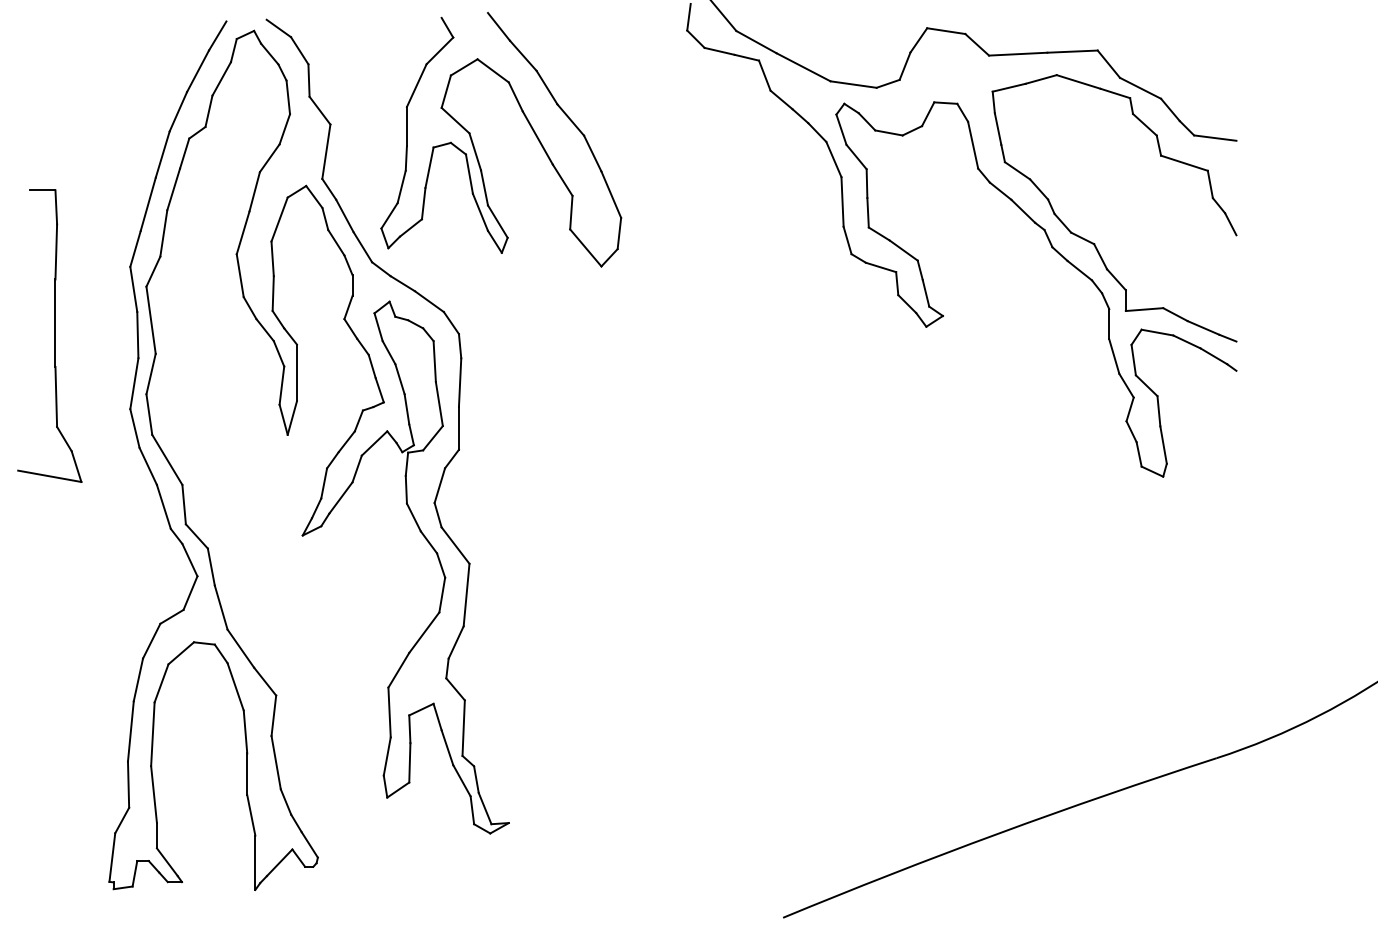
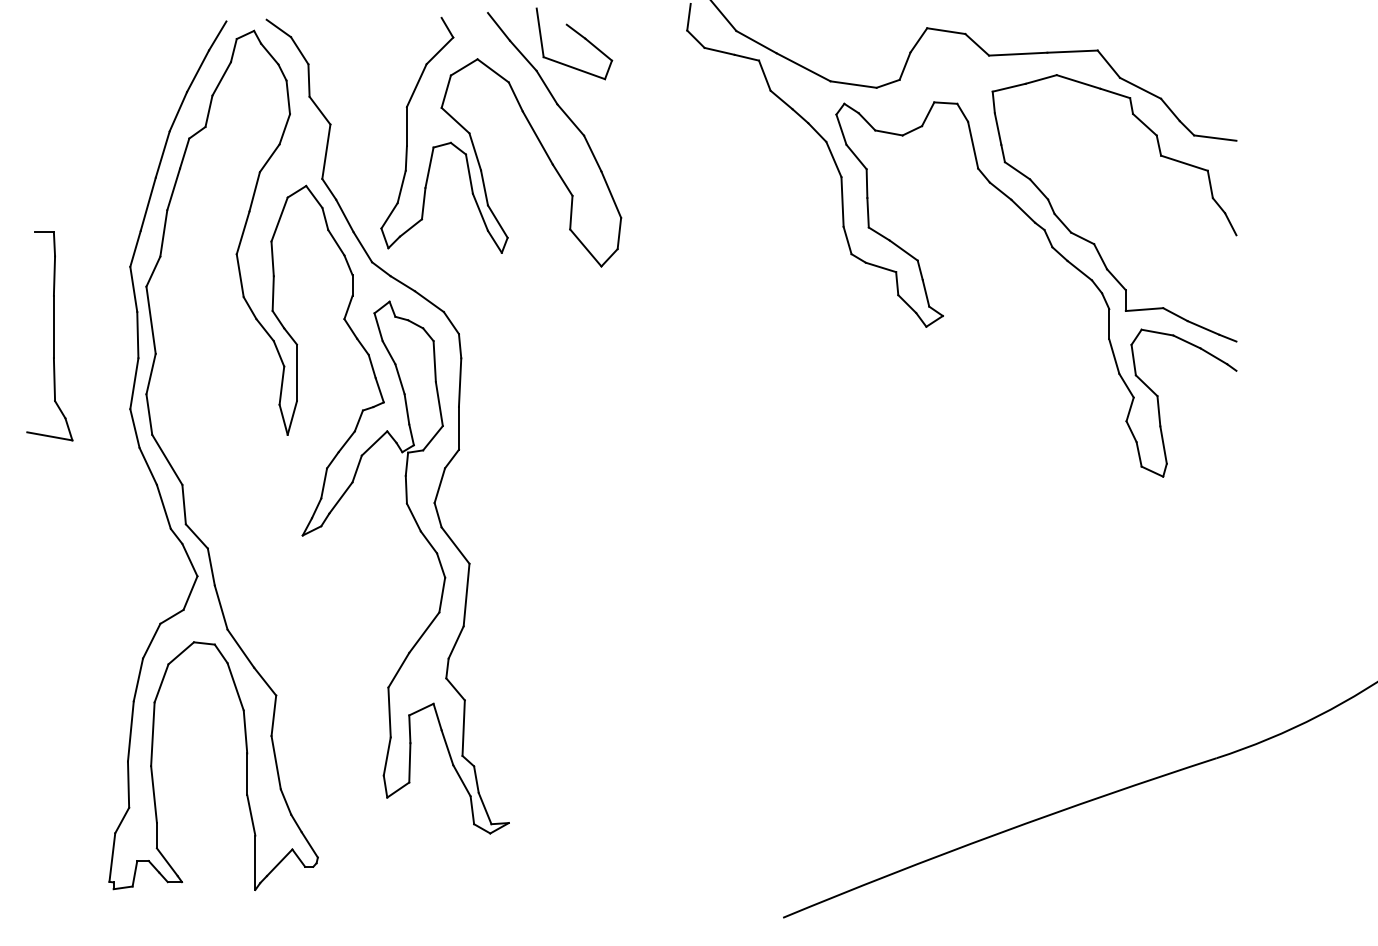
part at (580, 36): none -> present
part at (49, 335) size: 66x294 px -> 48x211 px
